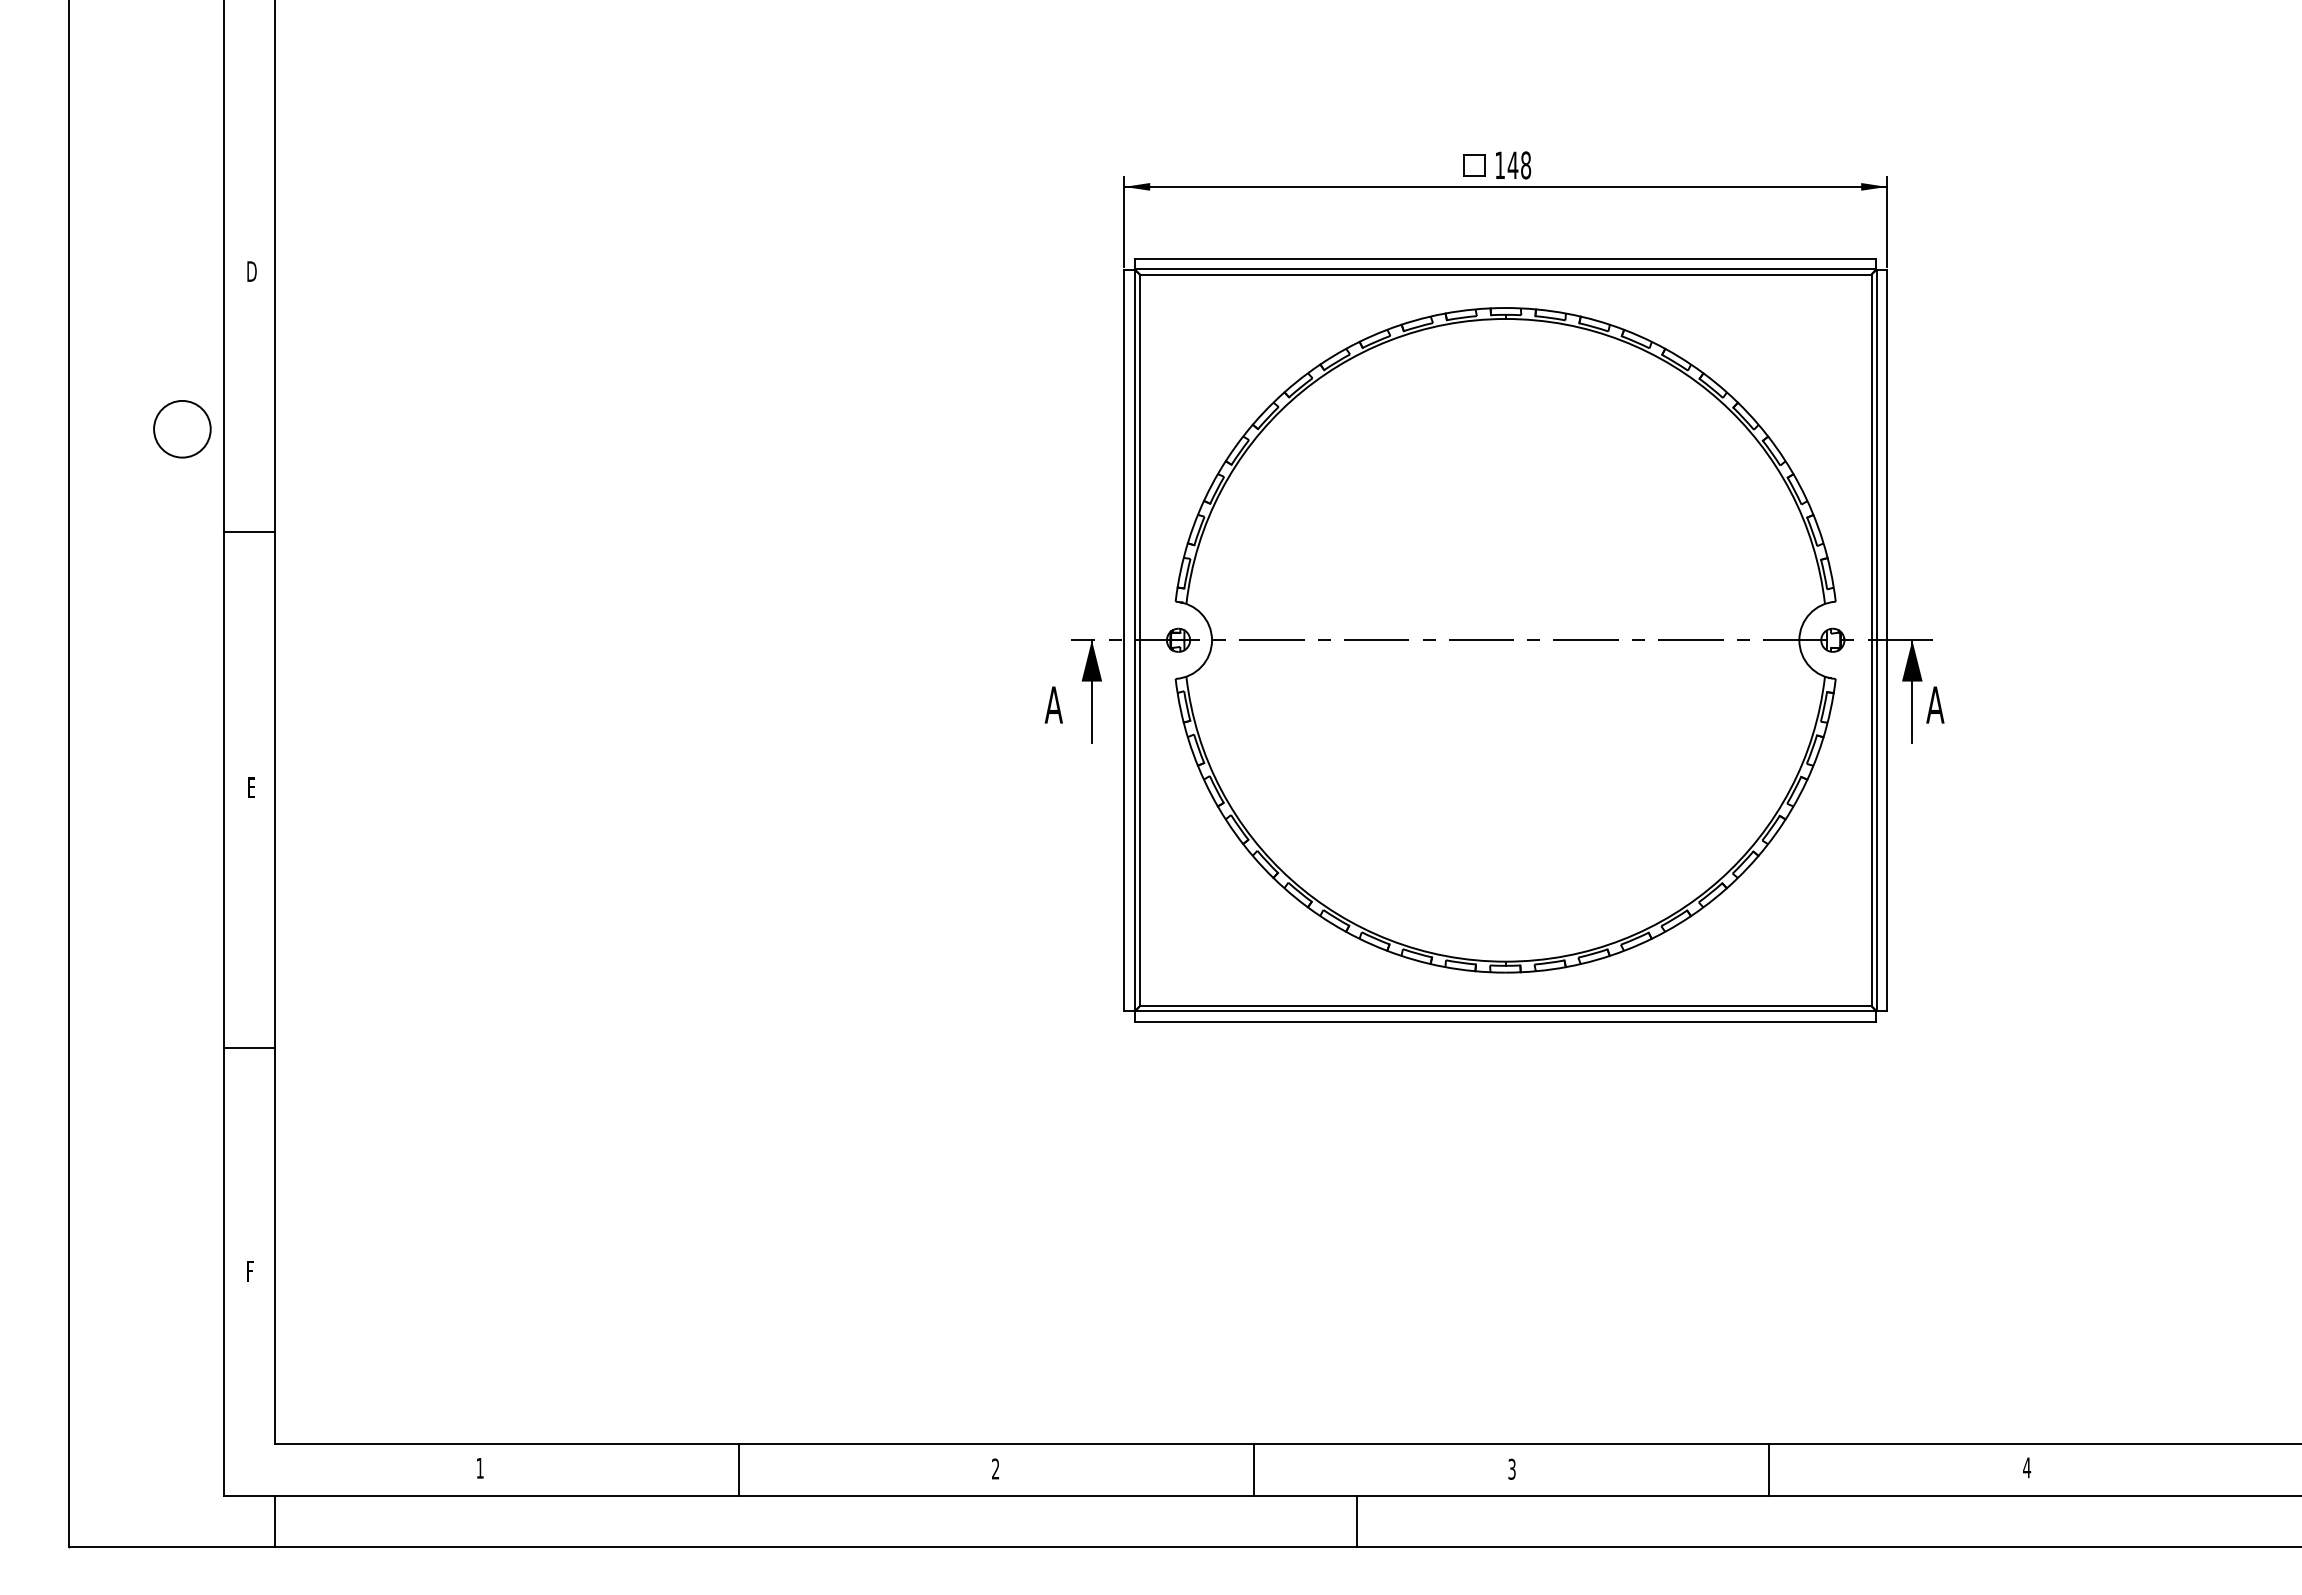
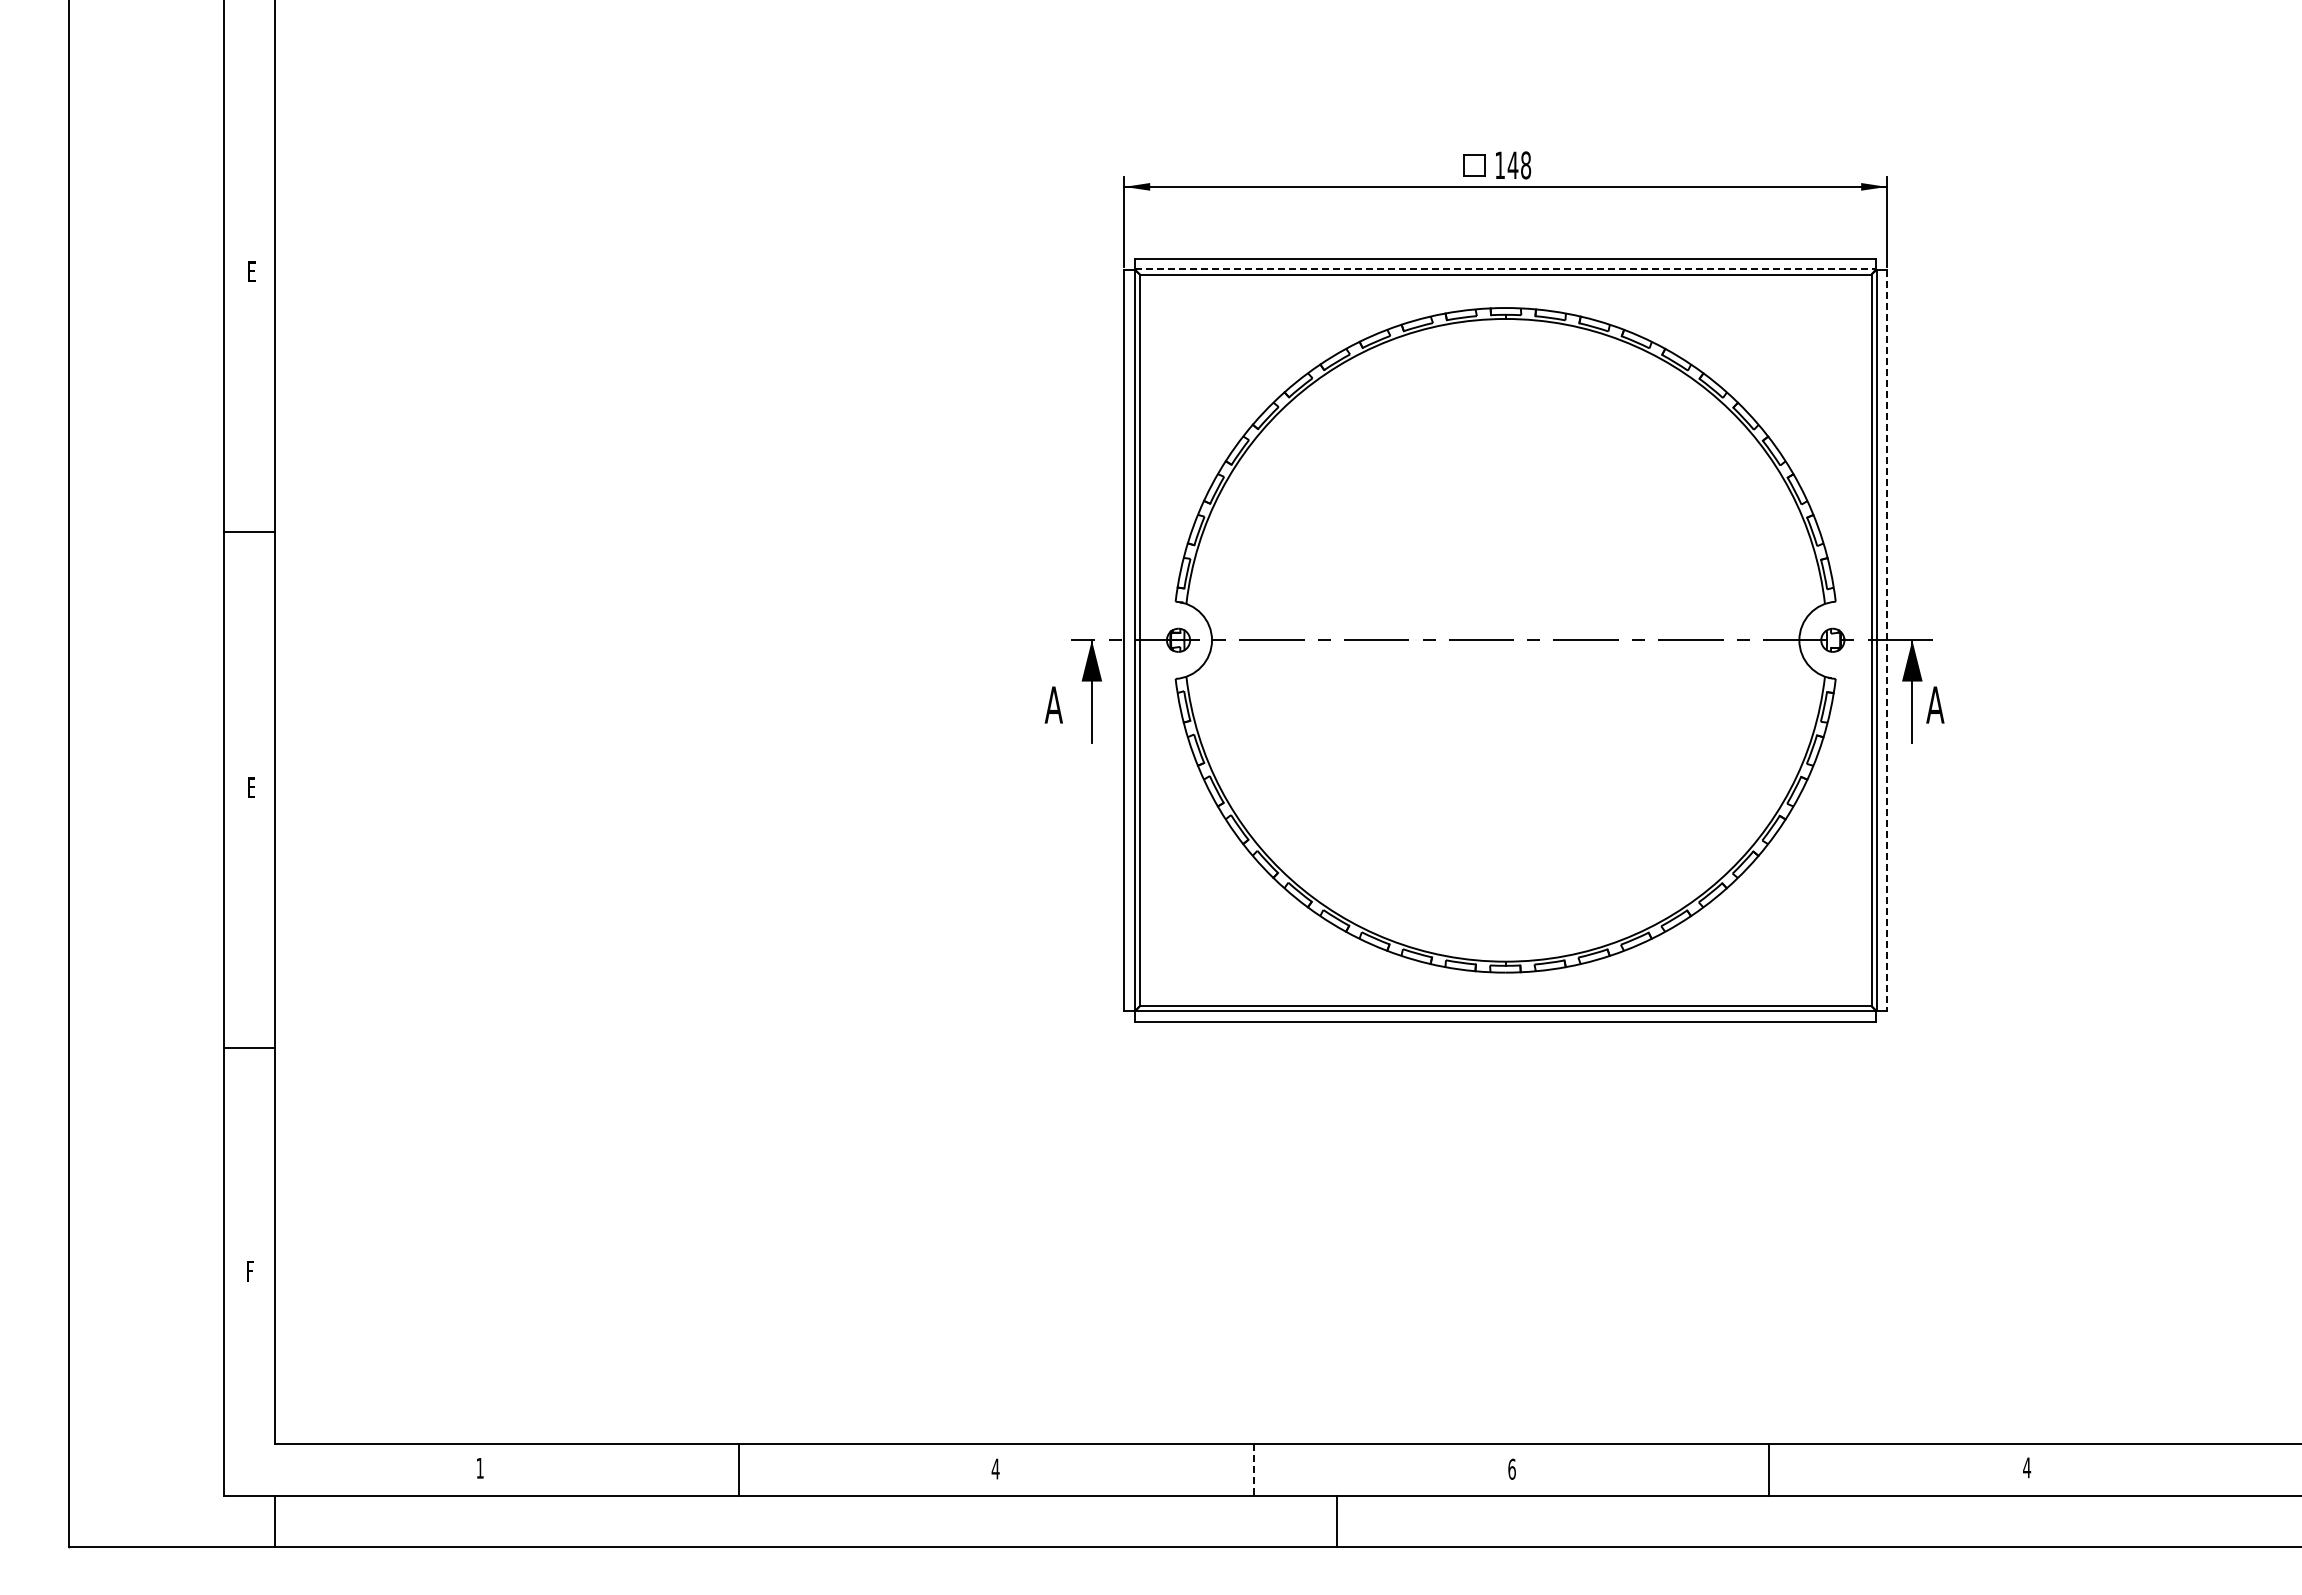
line at (1505, 269): solid -> dashed
text at (251, 271): D -> E
circle at (182, 429): present -> none
line at (1886, 640): solid -> dashed
text at (995, 1468): 2 -> 4
text at (1511, 1468): 3 -> 6
line at (1254, 1470): solid -> dashed
line at (1357, 1521) position: (1357, 1521) -> (1337, 1521)
